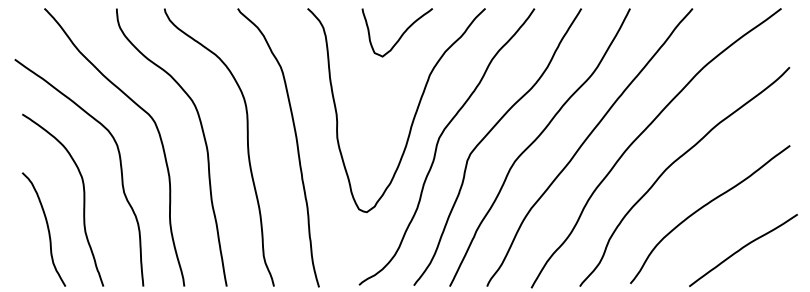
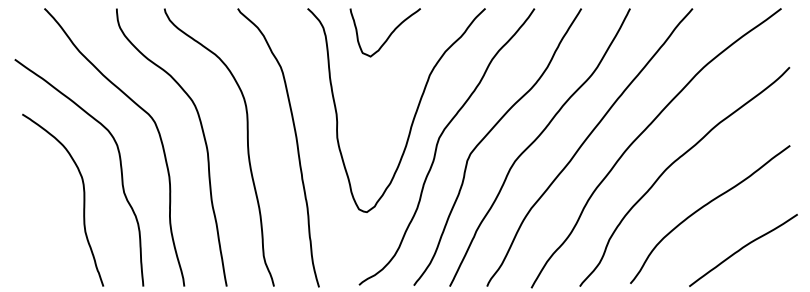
curve at (400, 35) position: (400, 35) -> (388, 35)
curve at (47, 229): present -> none
